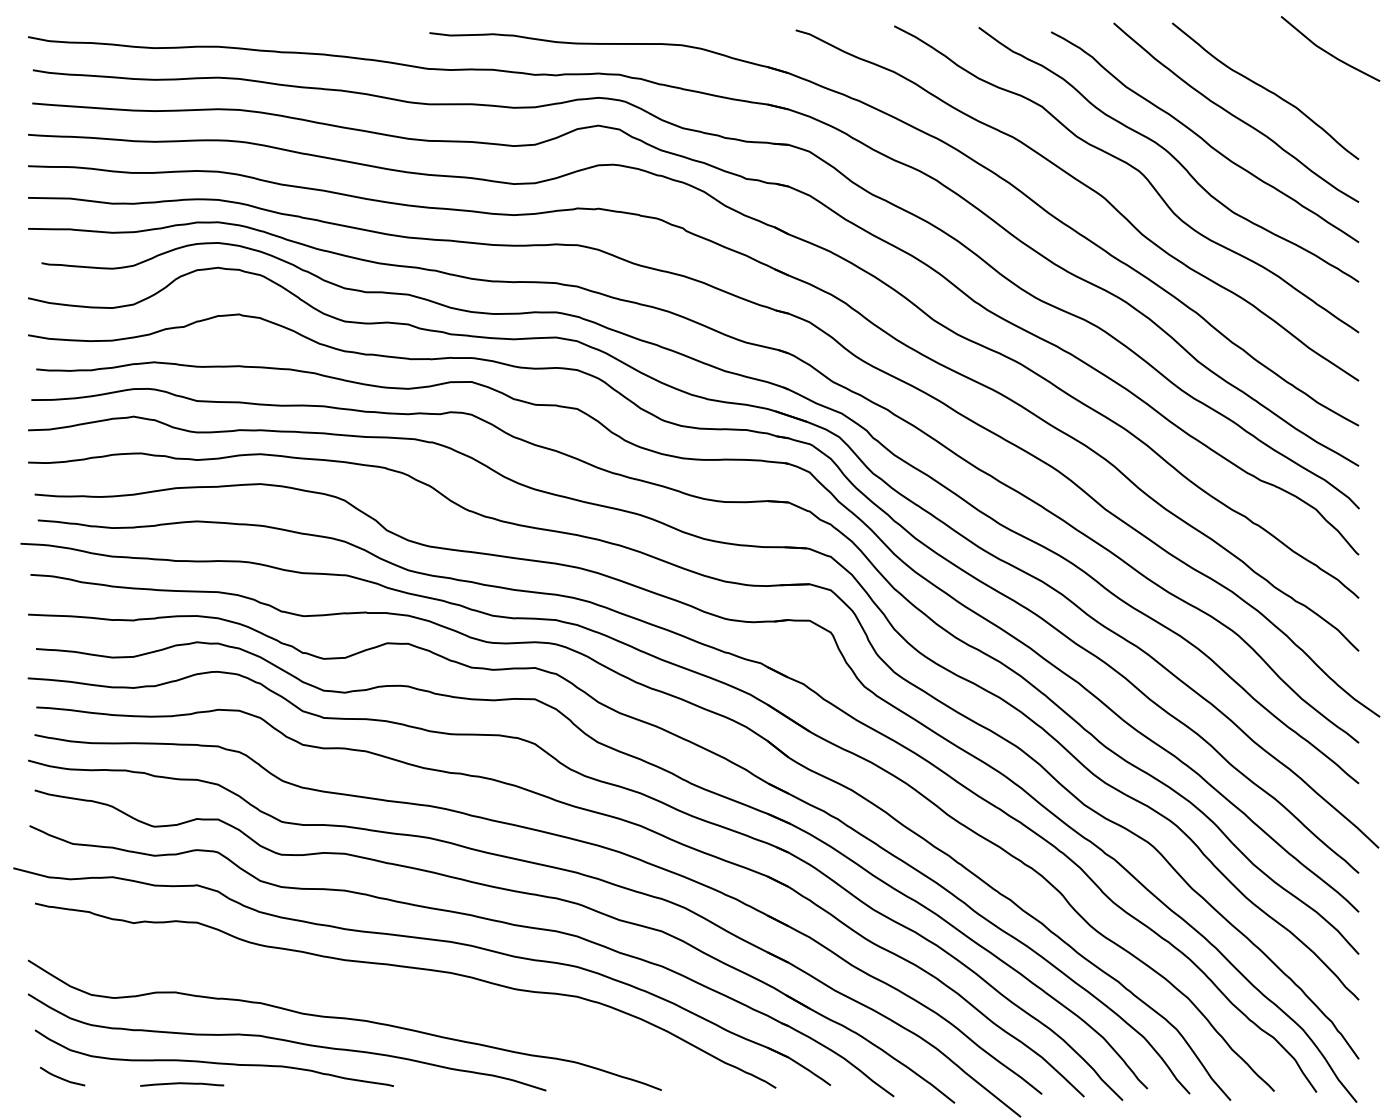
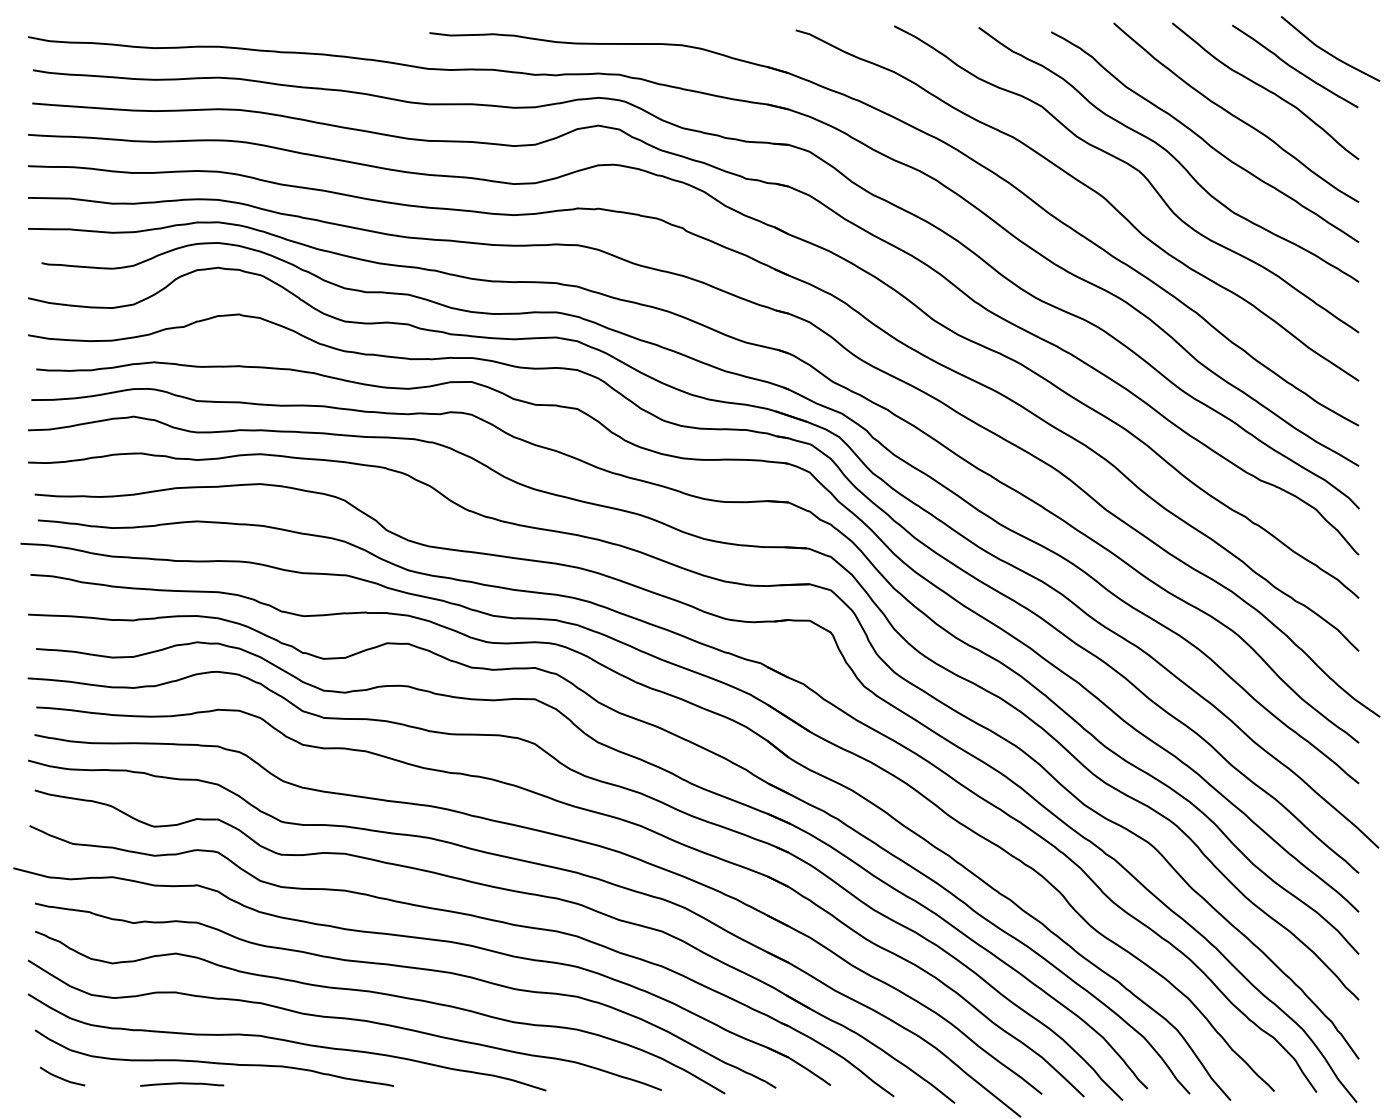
curve at (1294, 67): none -> present
curve at (385, 995): none -> present
